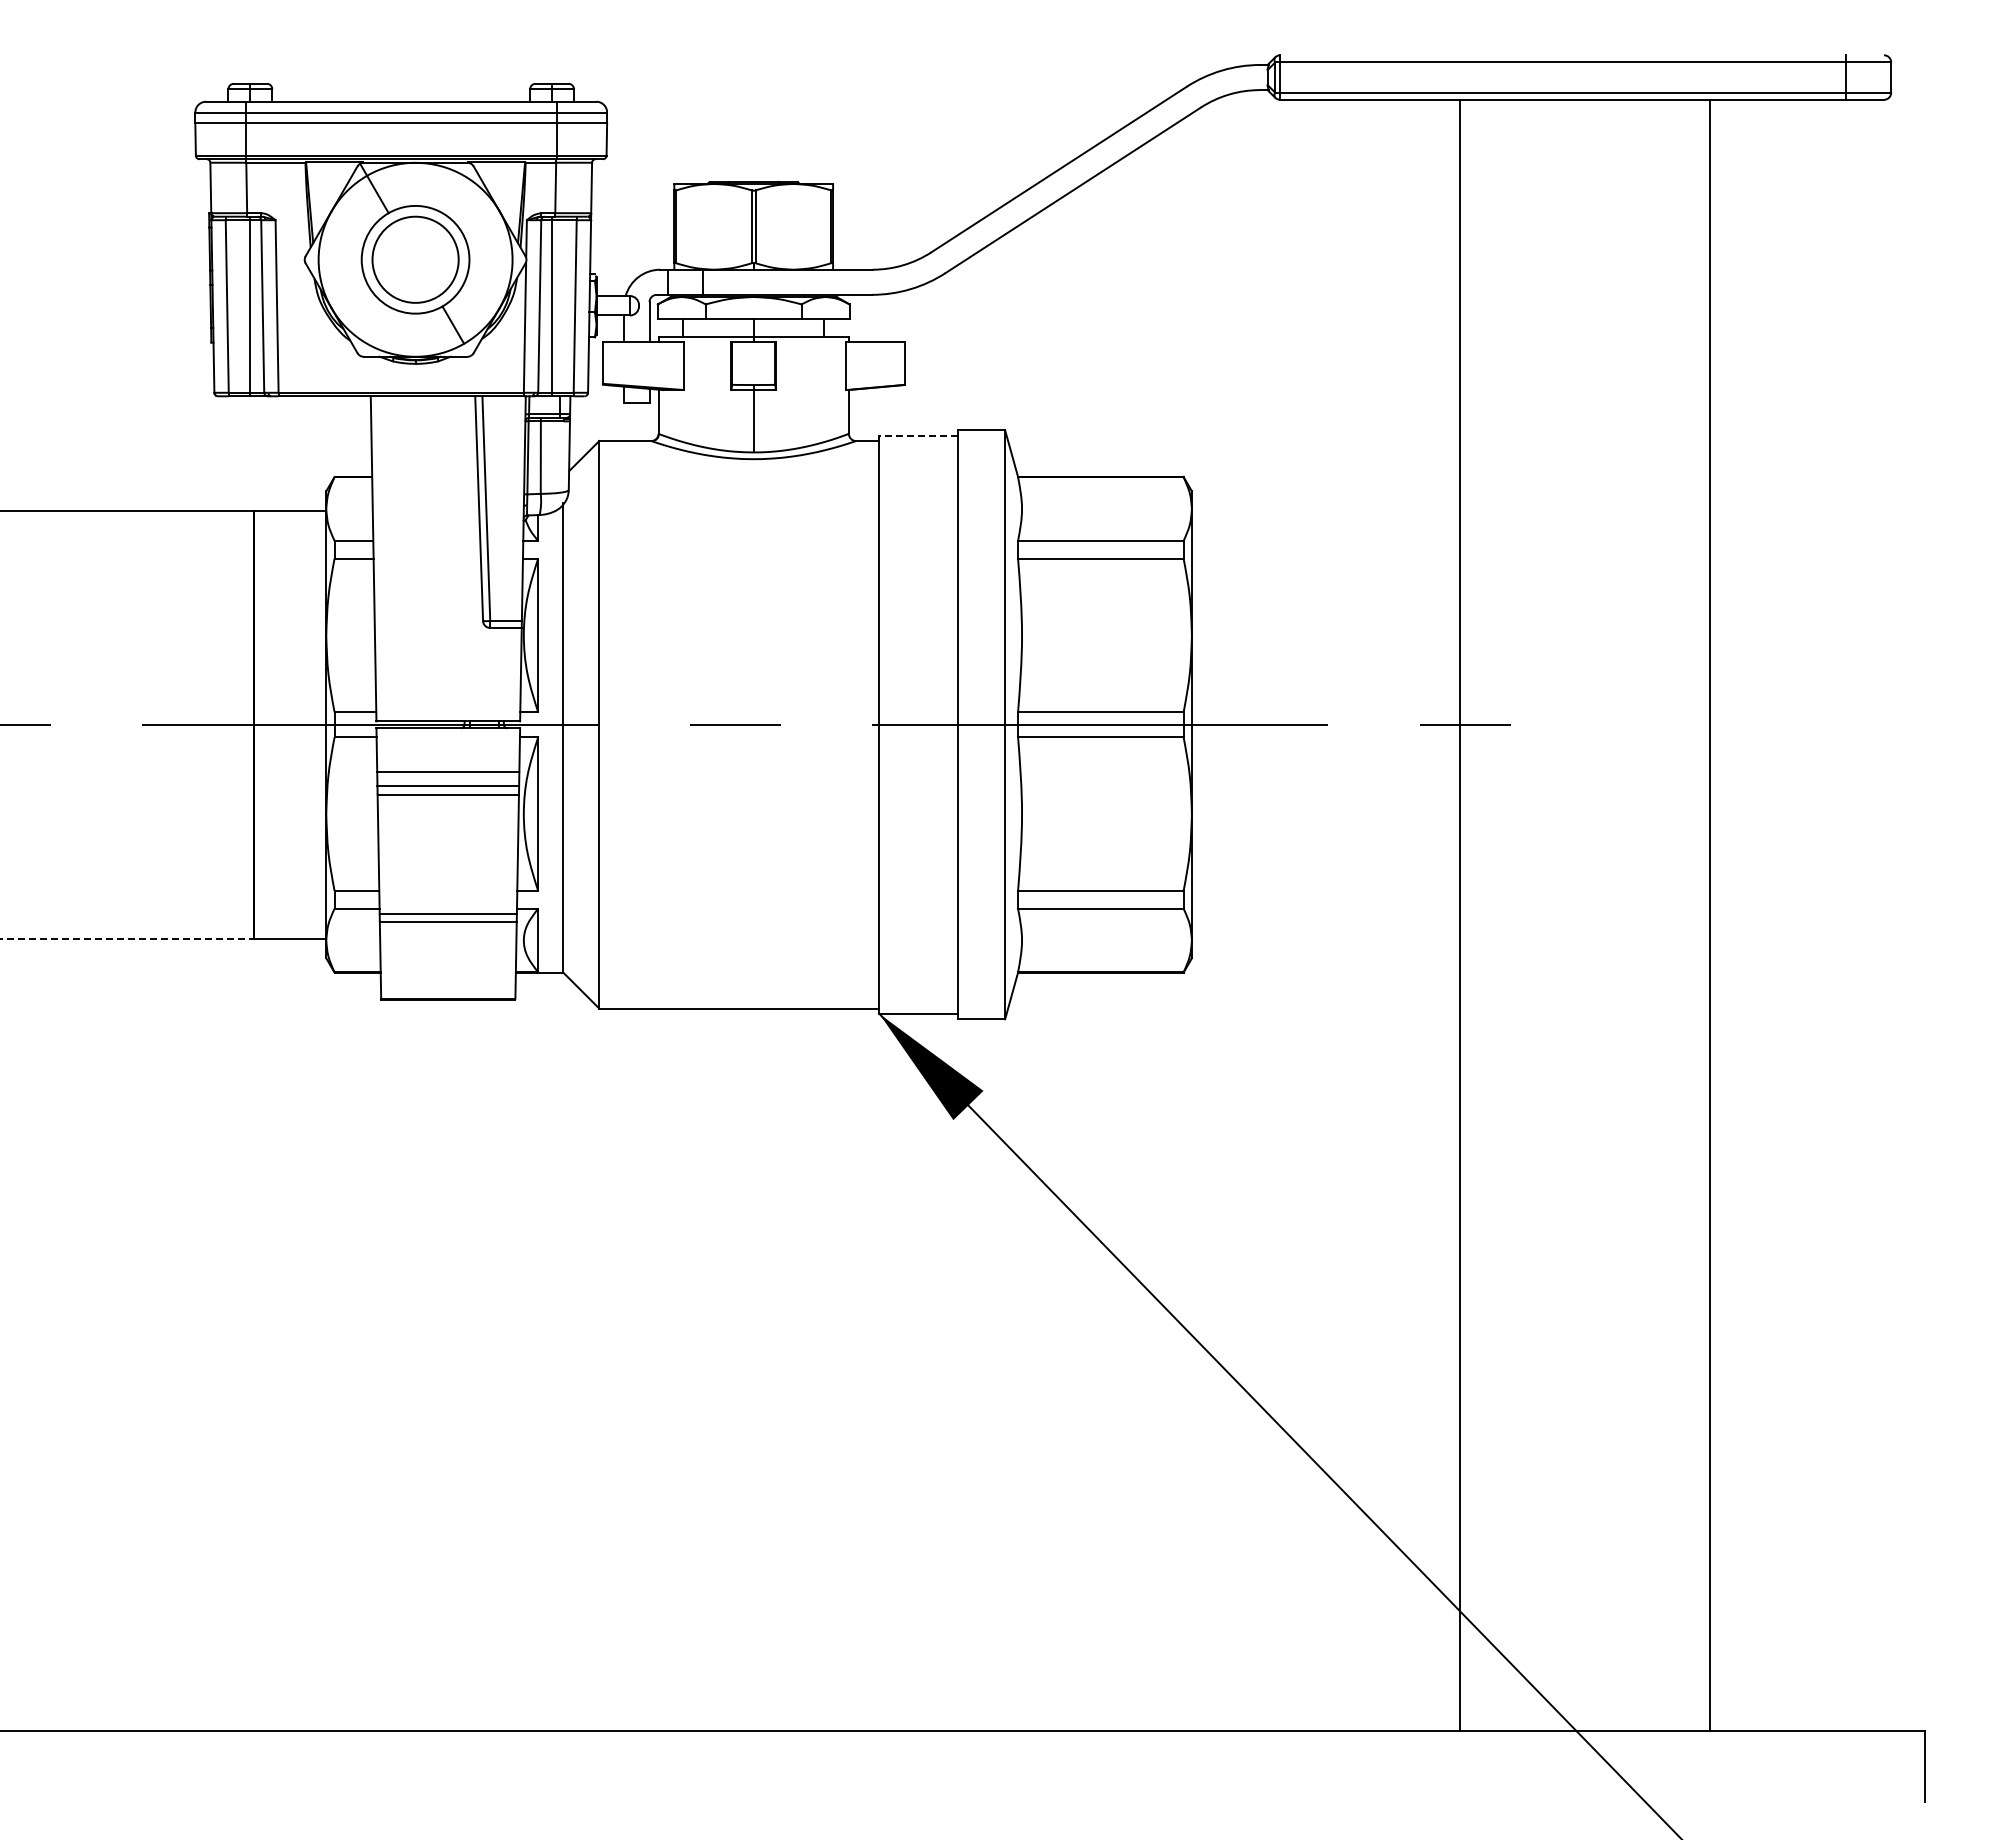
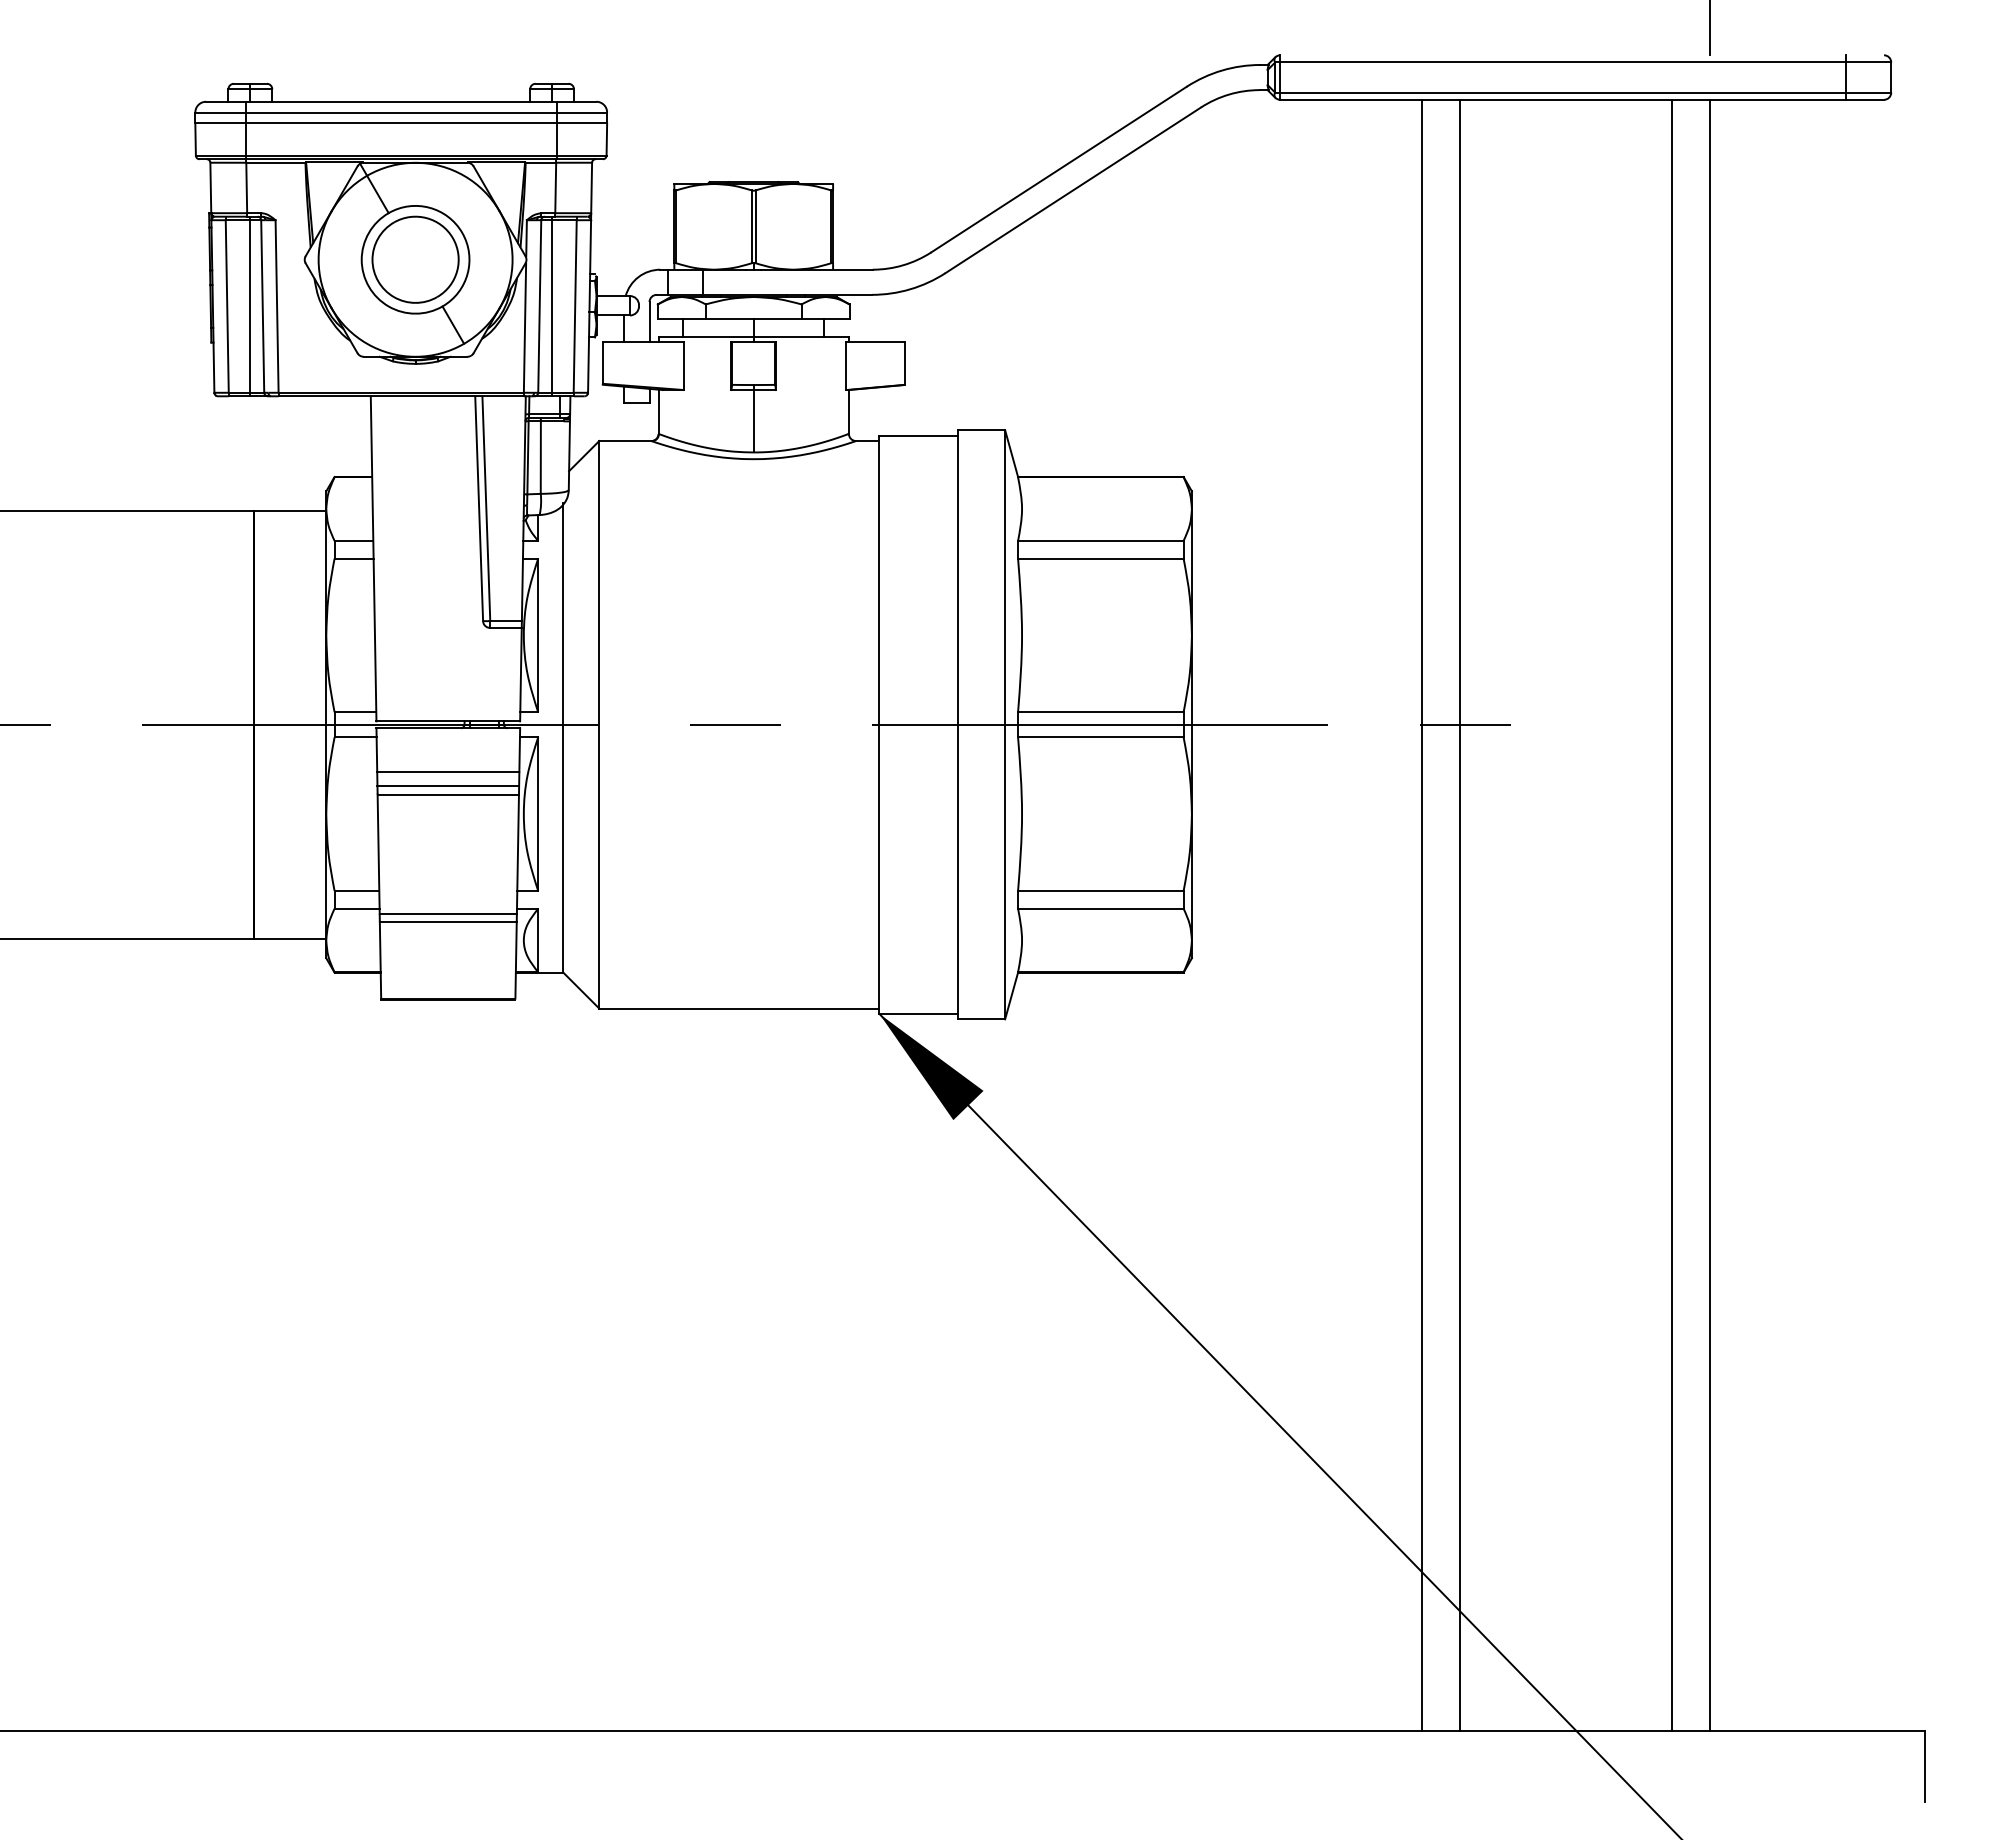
line at (1709, 28): none -> present
line at (918, 435): dashed -> solid
line at (1422, 914): none -> present
line at (1672, 914): none -> present
line at (127, 938): dashed -> solid
